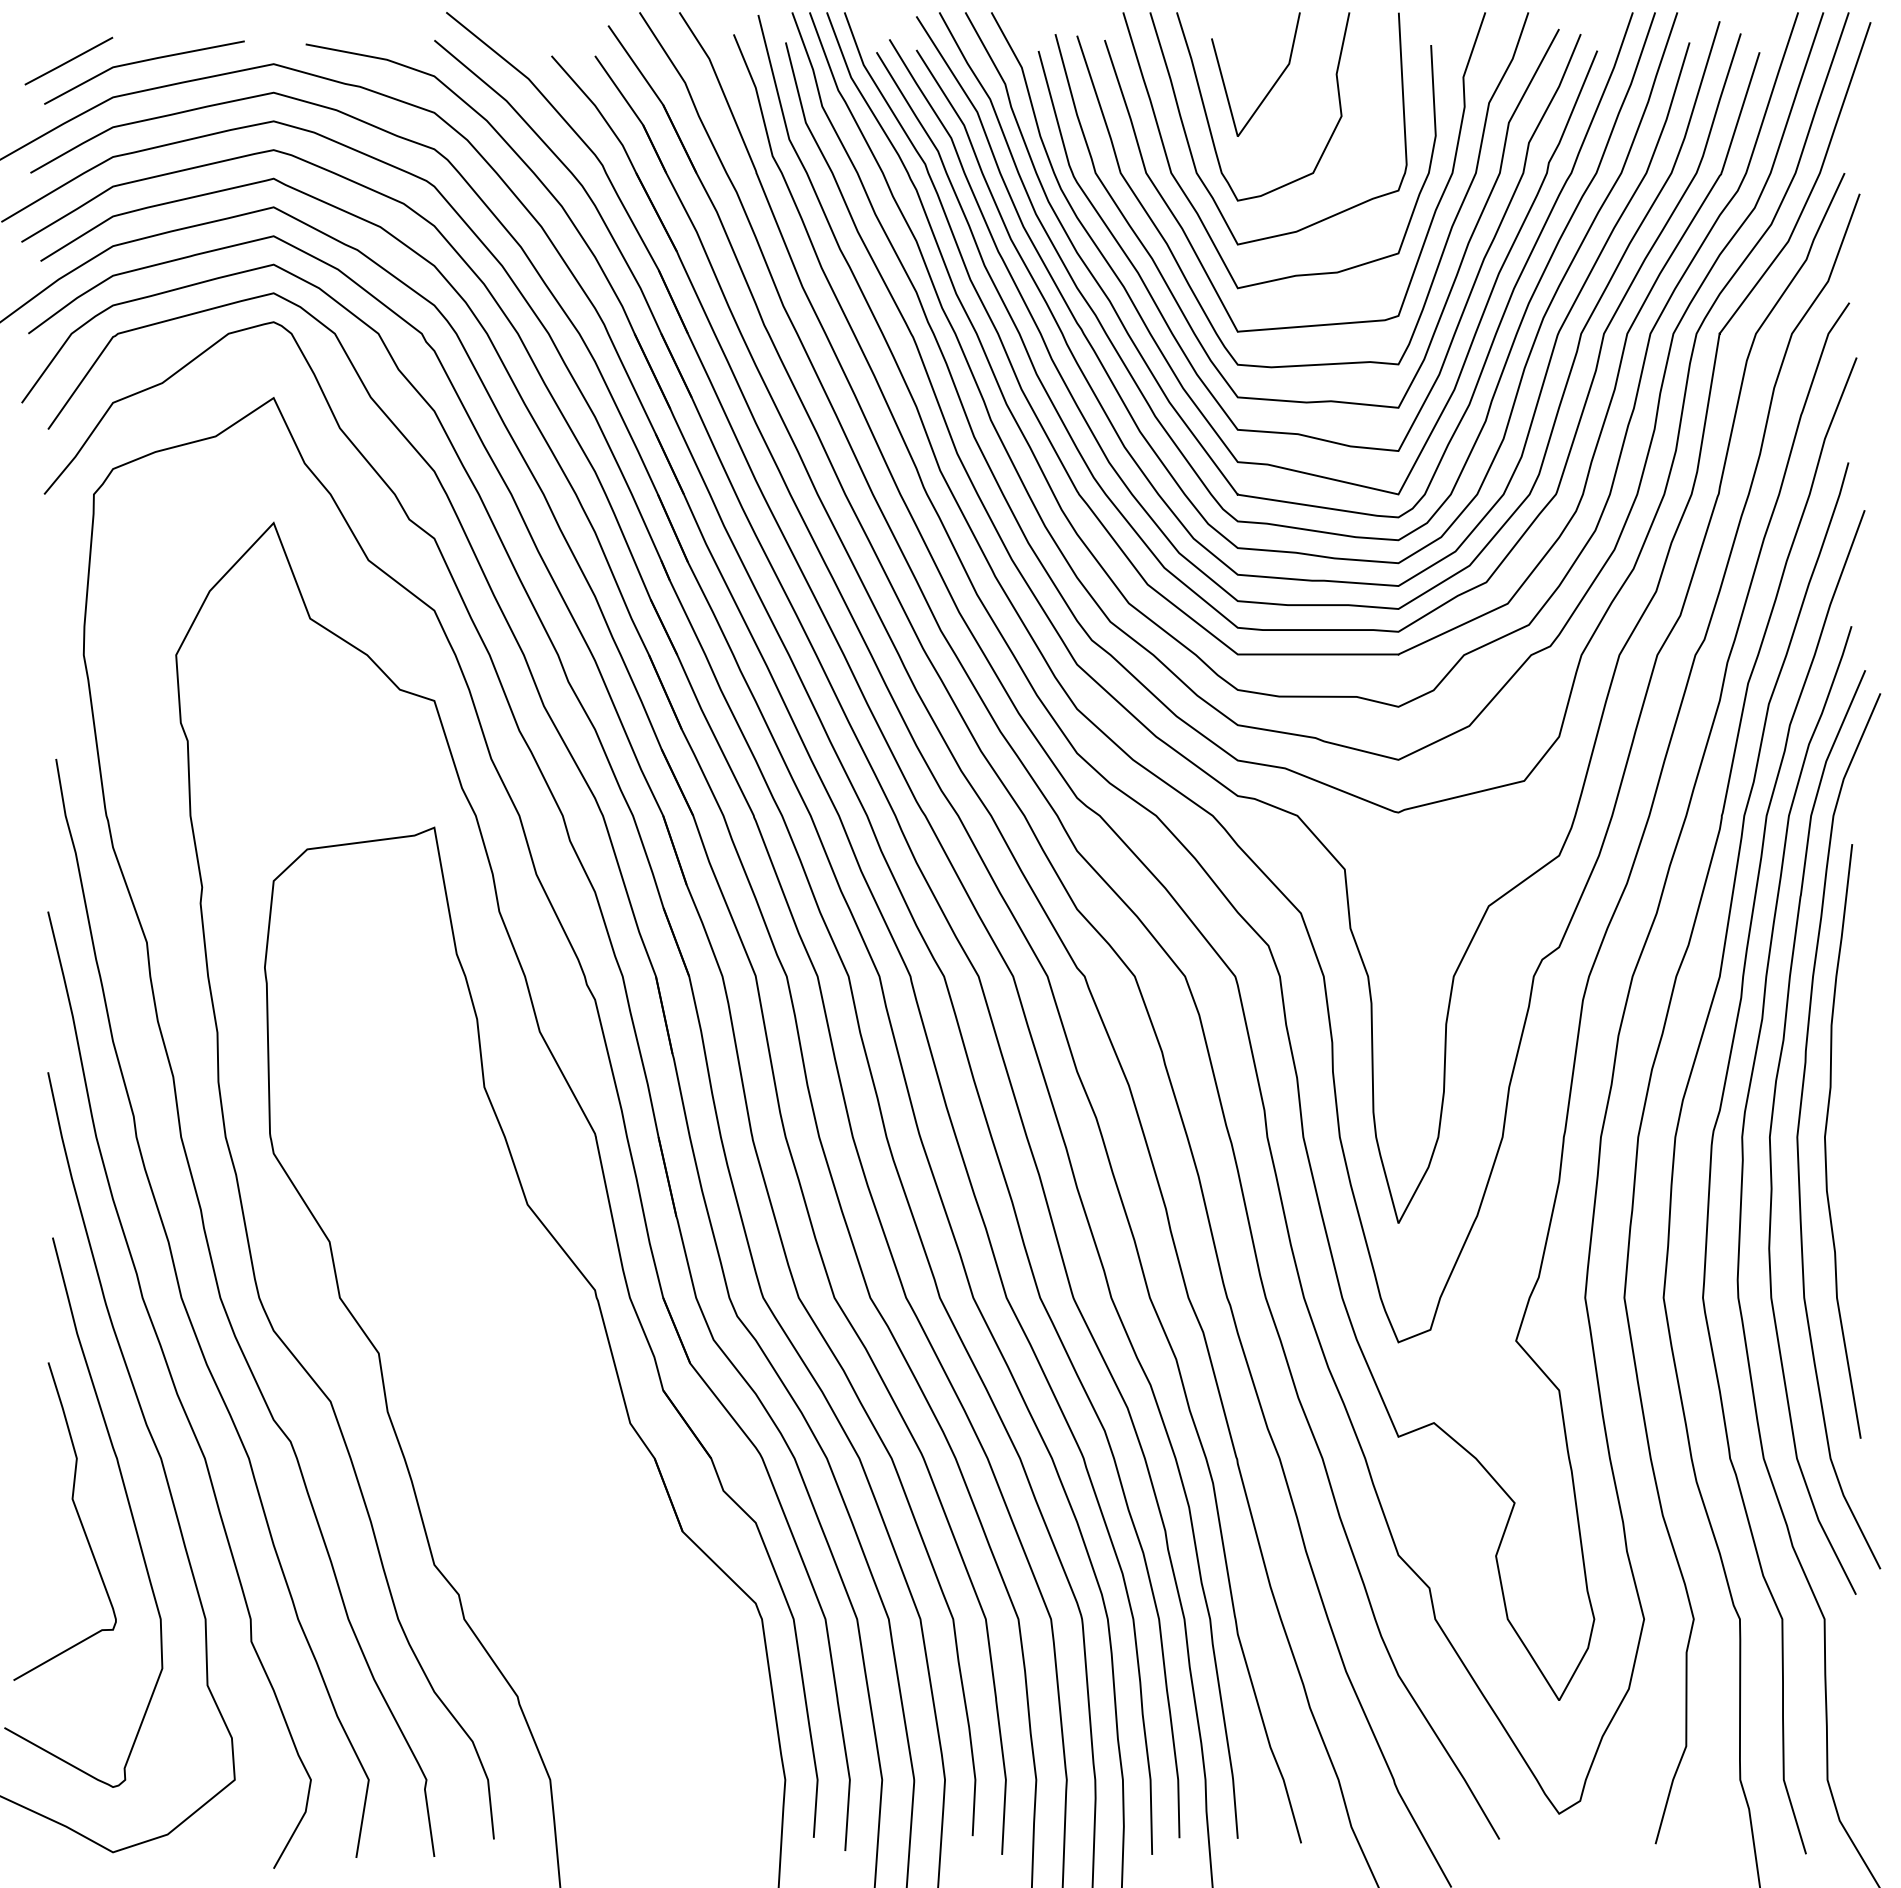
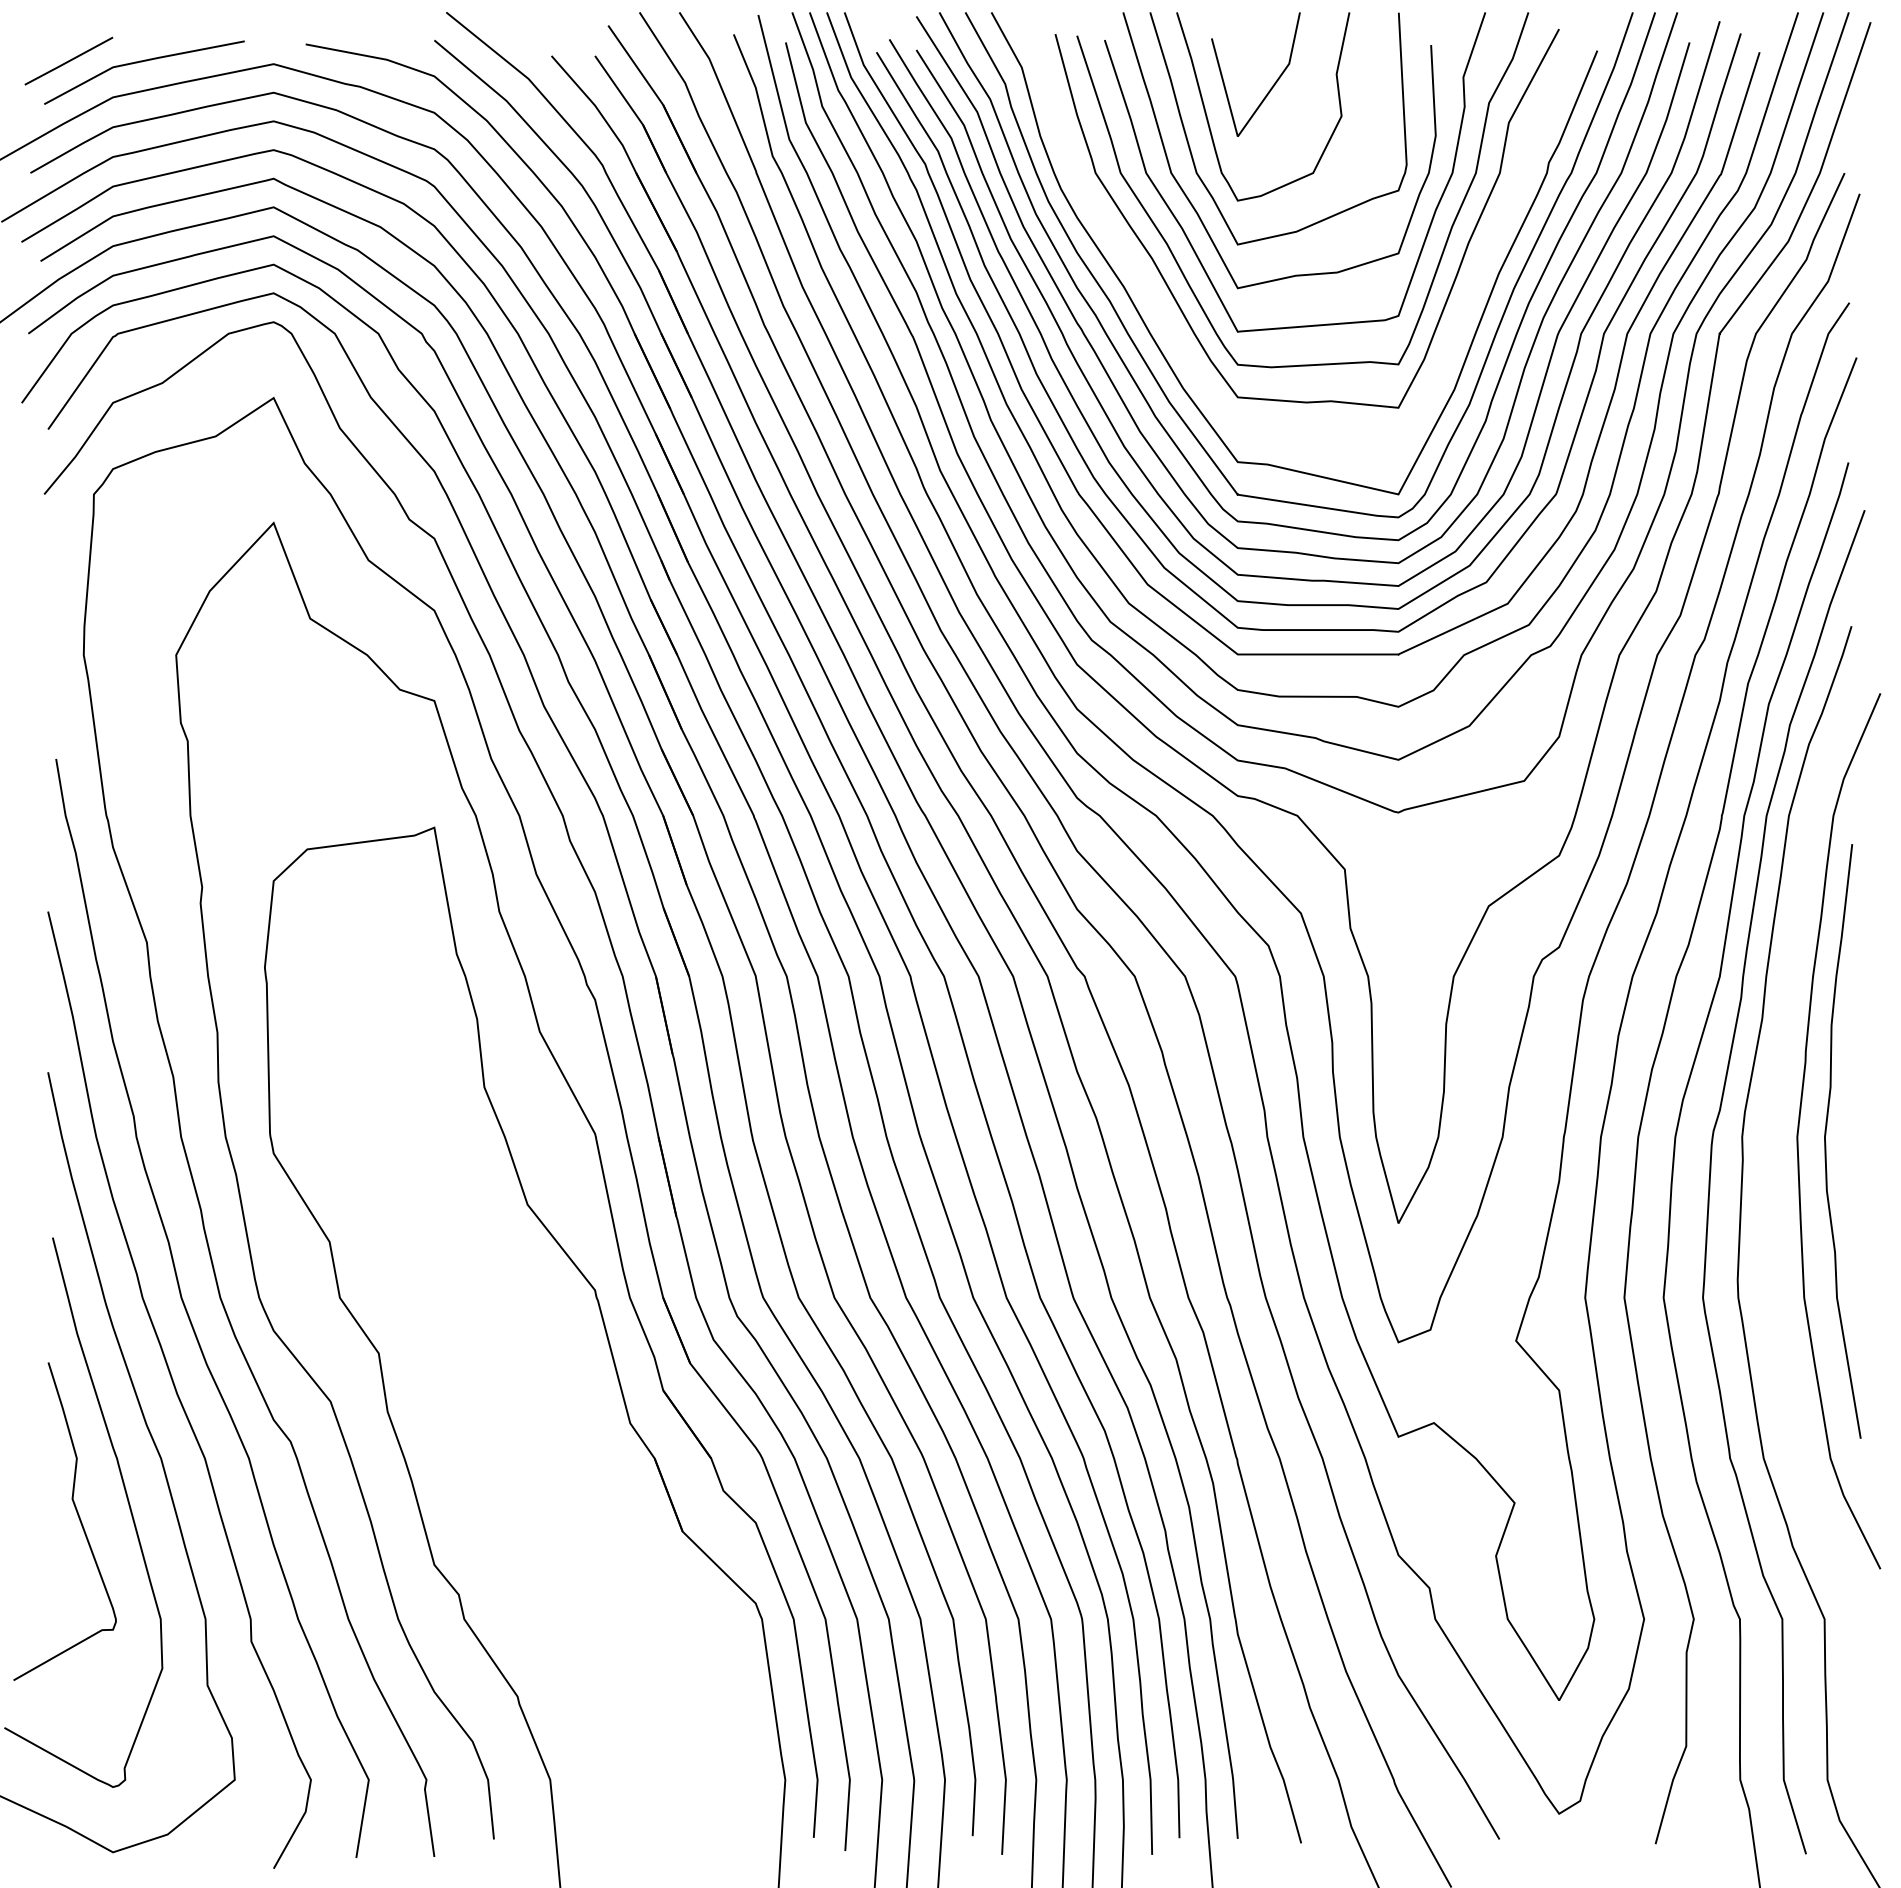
curve at (1168, 324): present -> none
curve at (1772, 1124): present -> none
